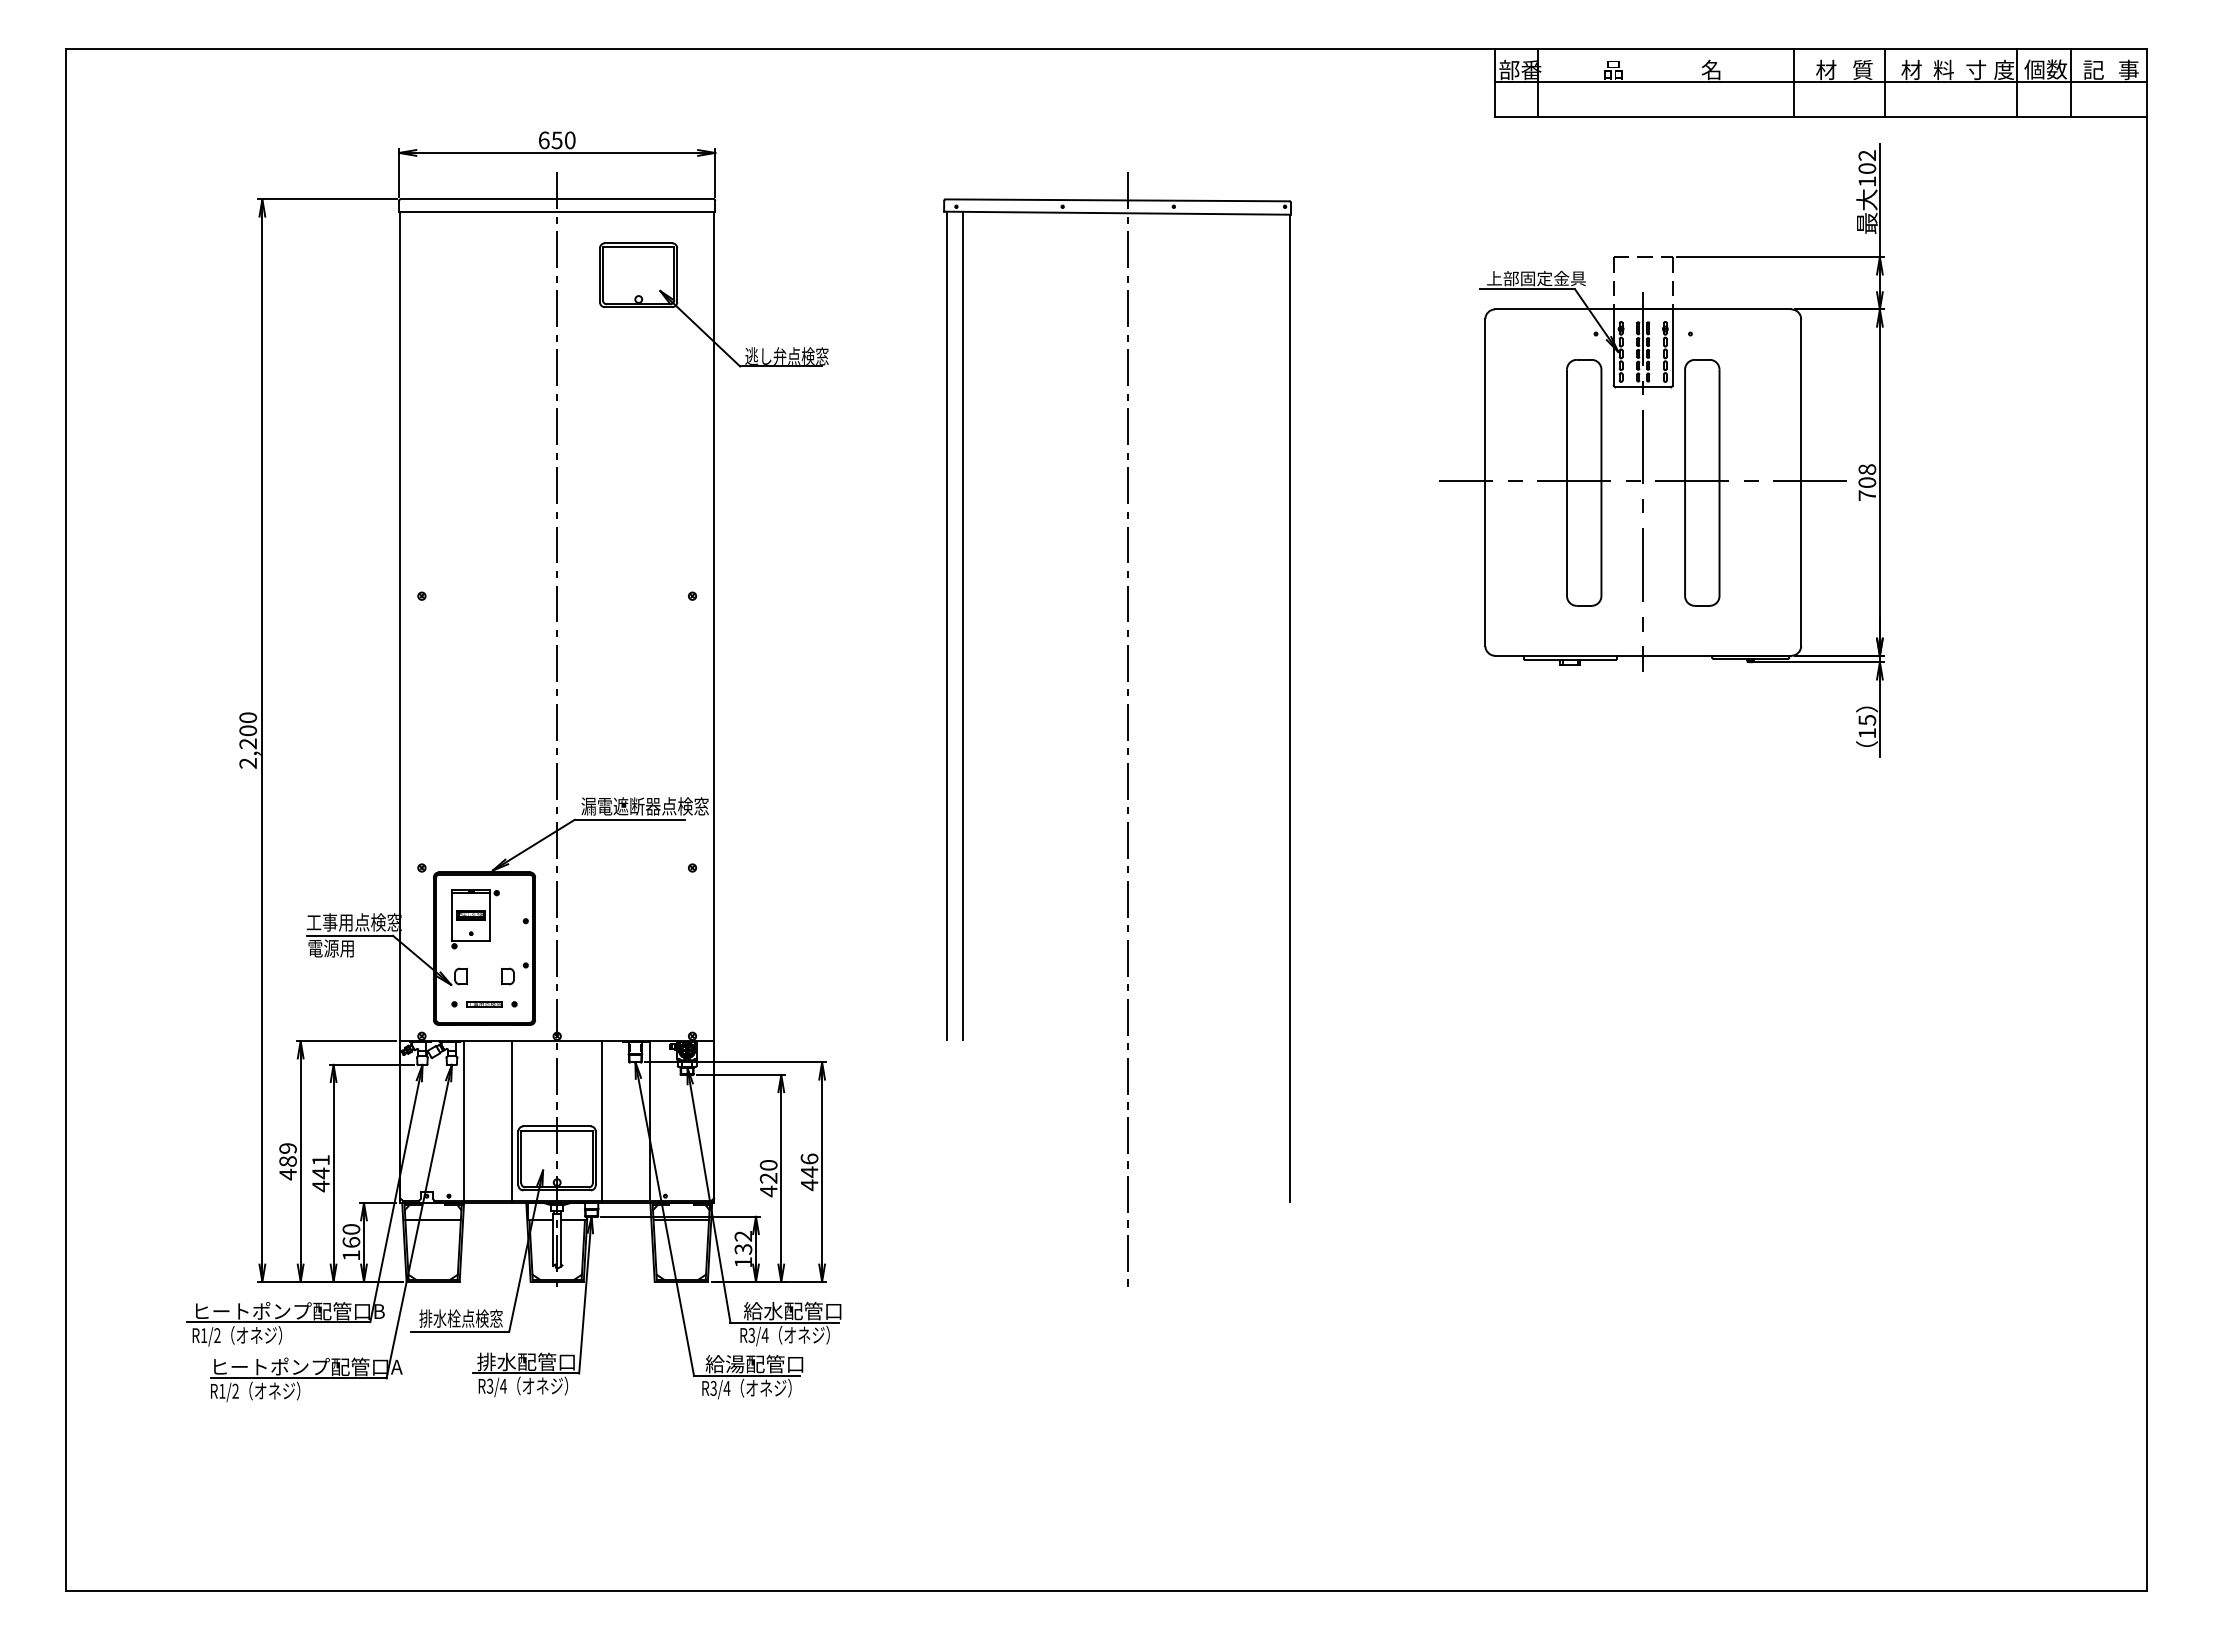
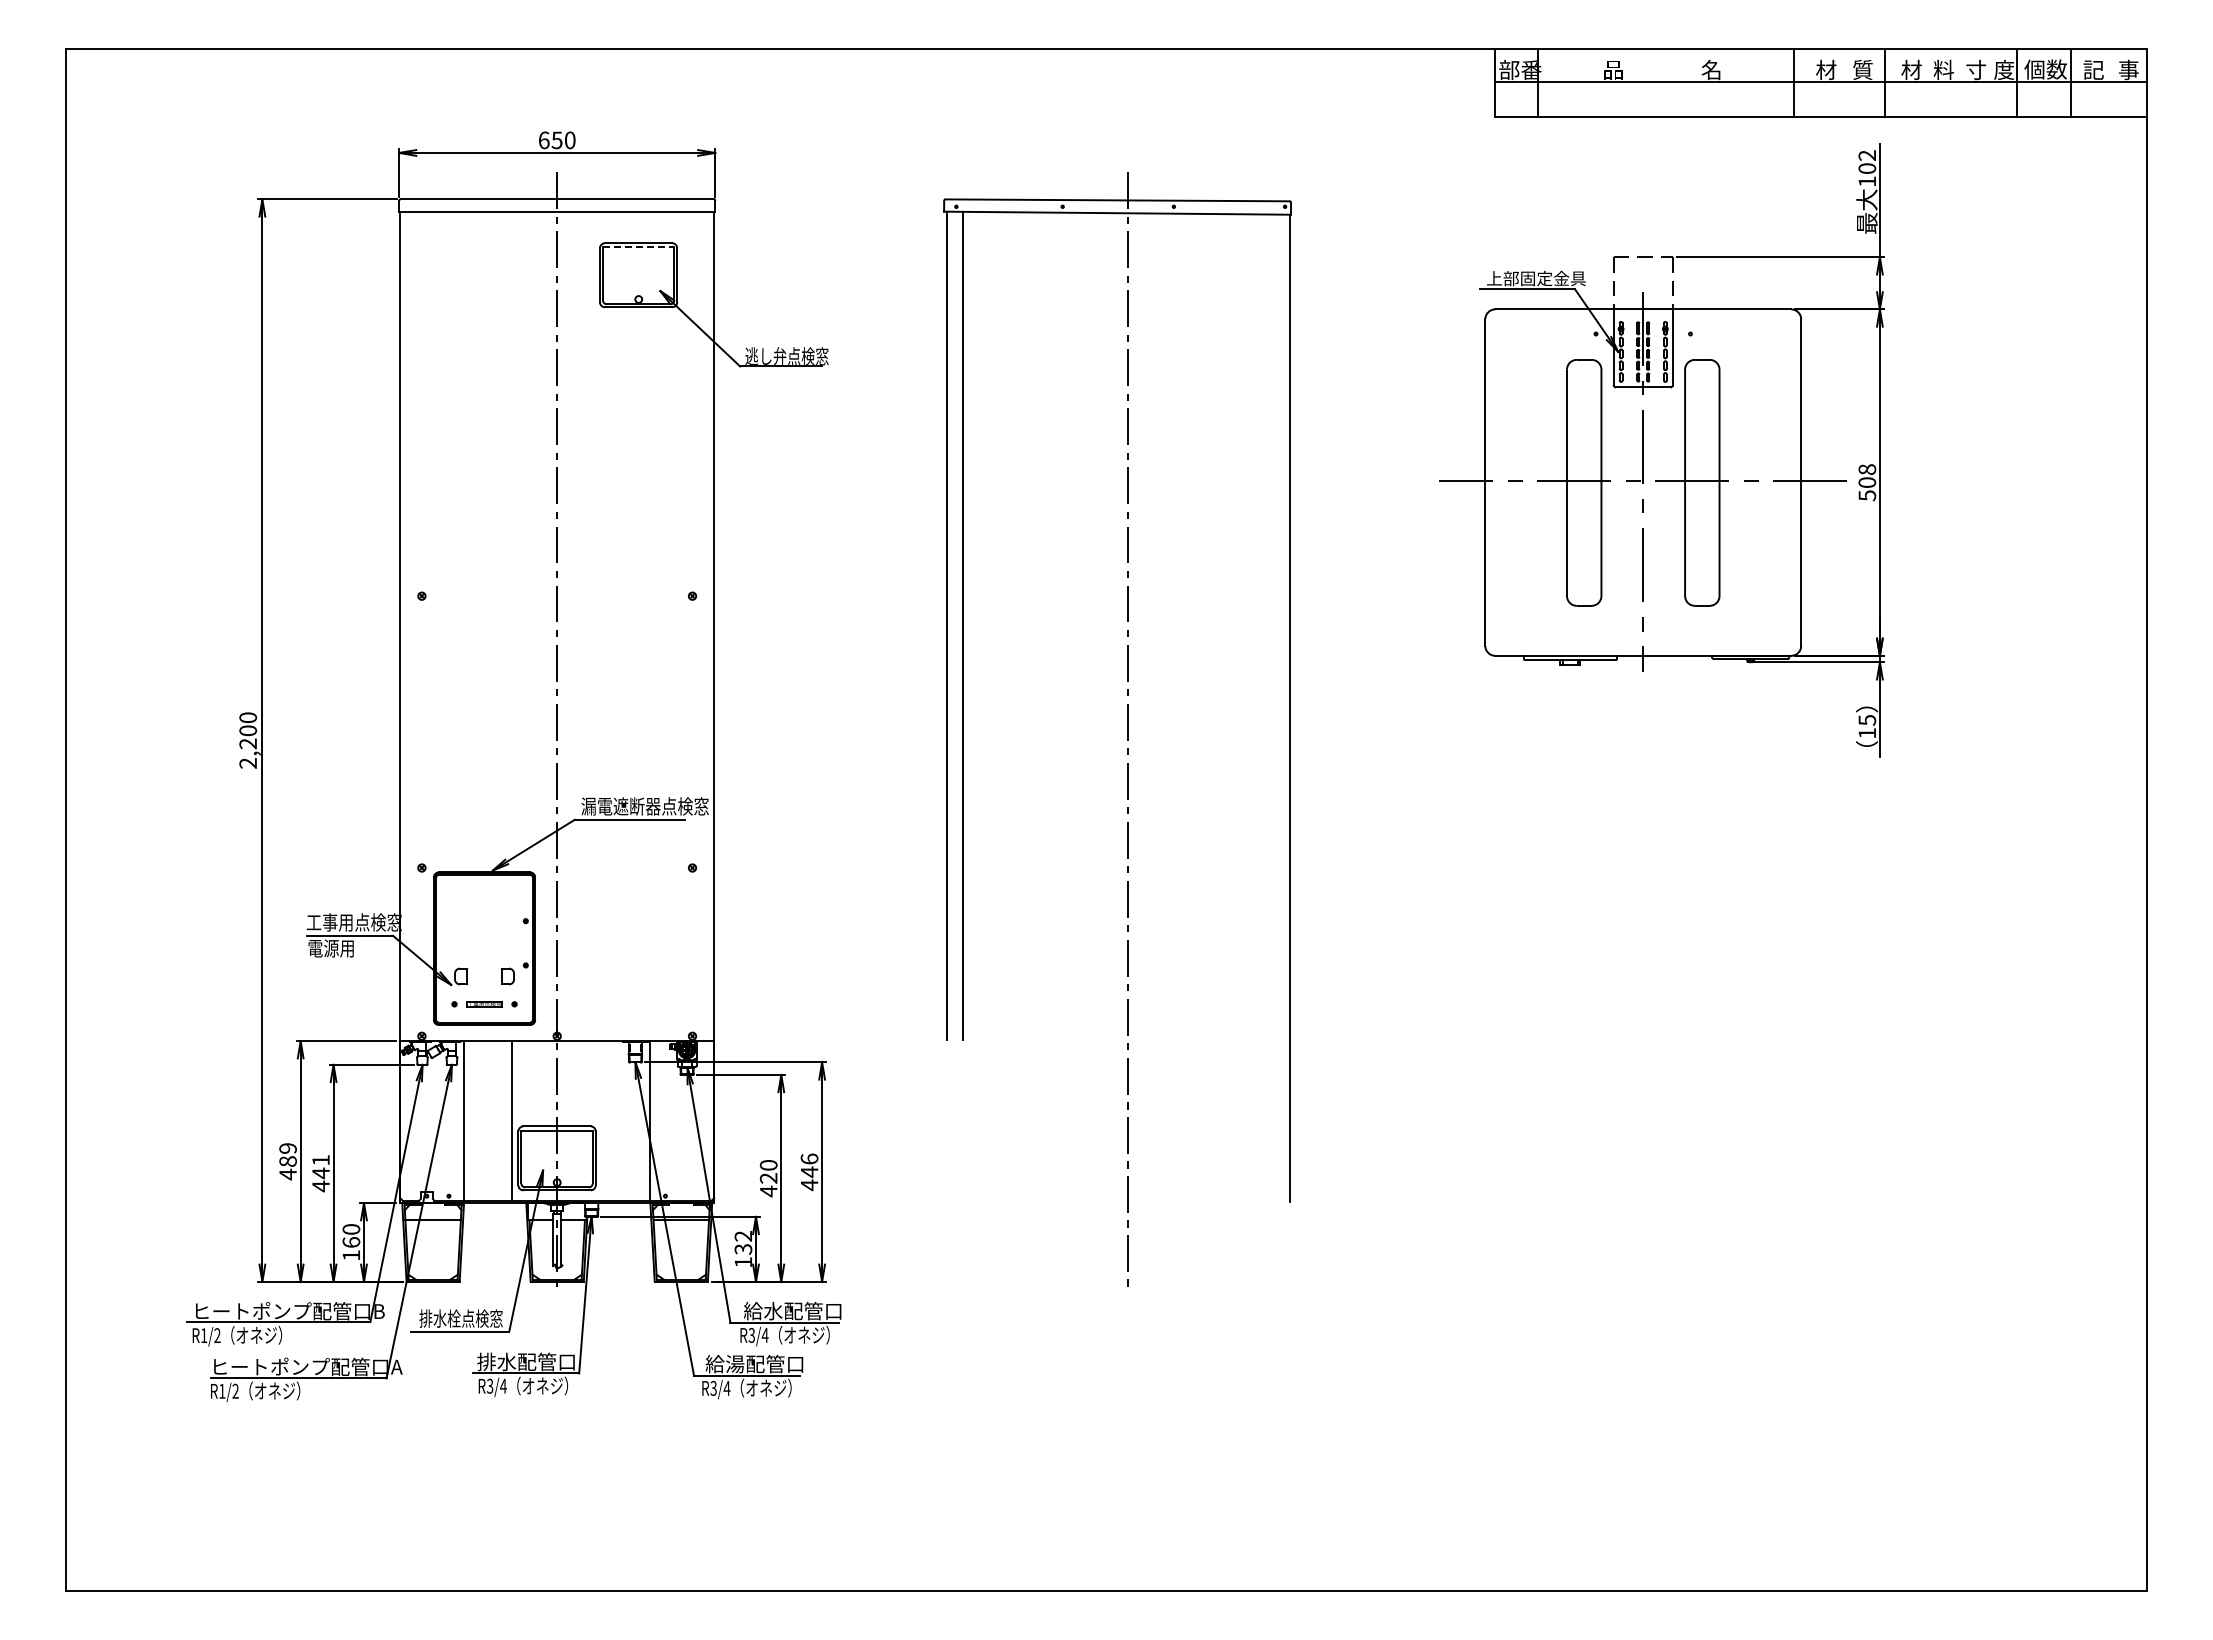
line at (638, 247): solid -> dashed
text at (1867, 495): 708 -> 508
part at (475, 919): present -> none
line at (602, 1120): present -> none
